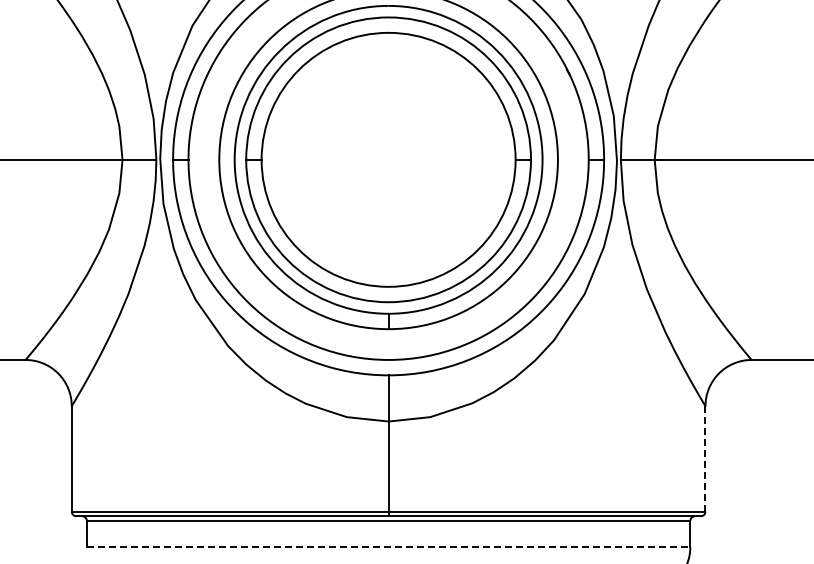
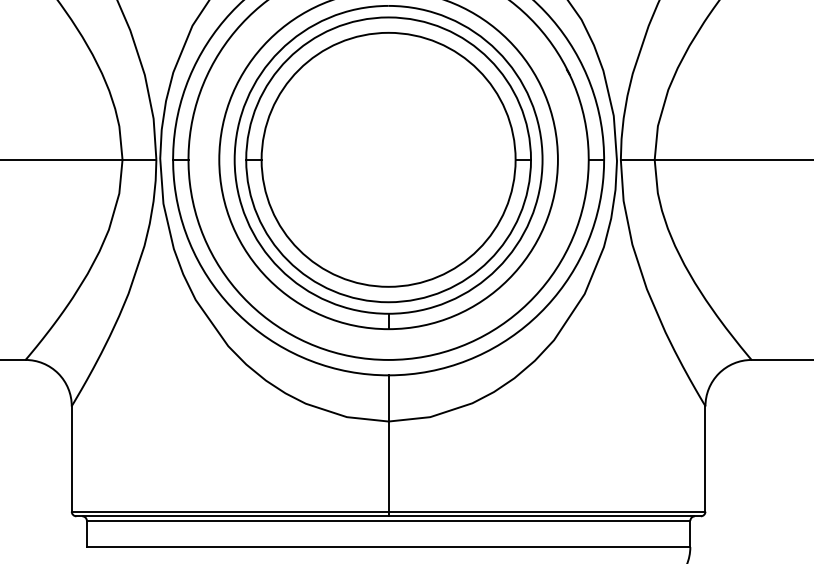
line at (705, 458): dashed -> solid
line at (388, 547): dashed -> solid
